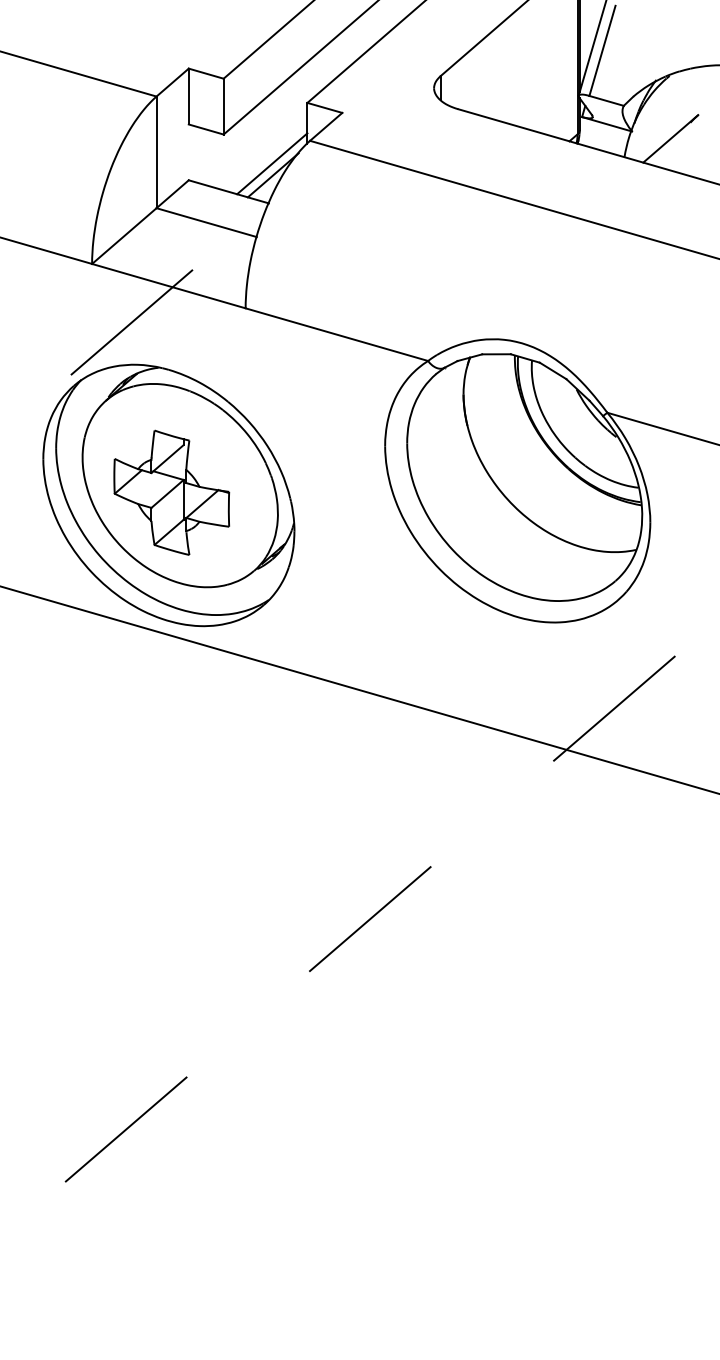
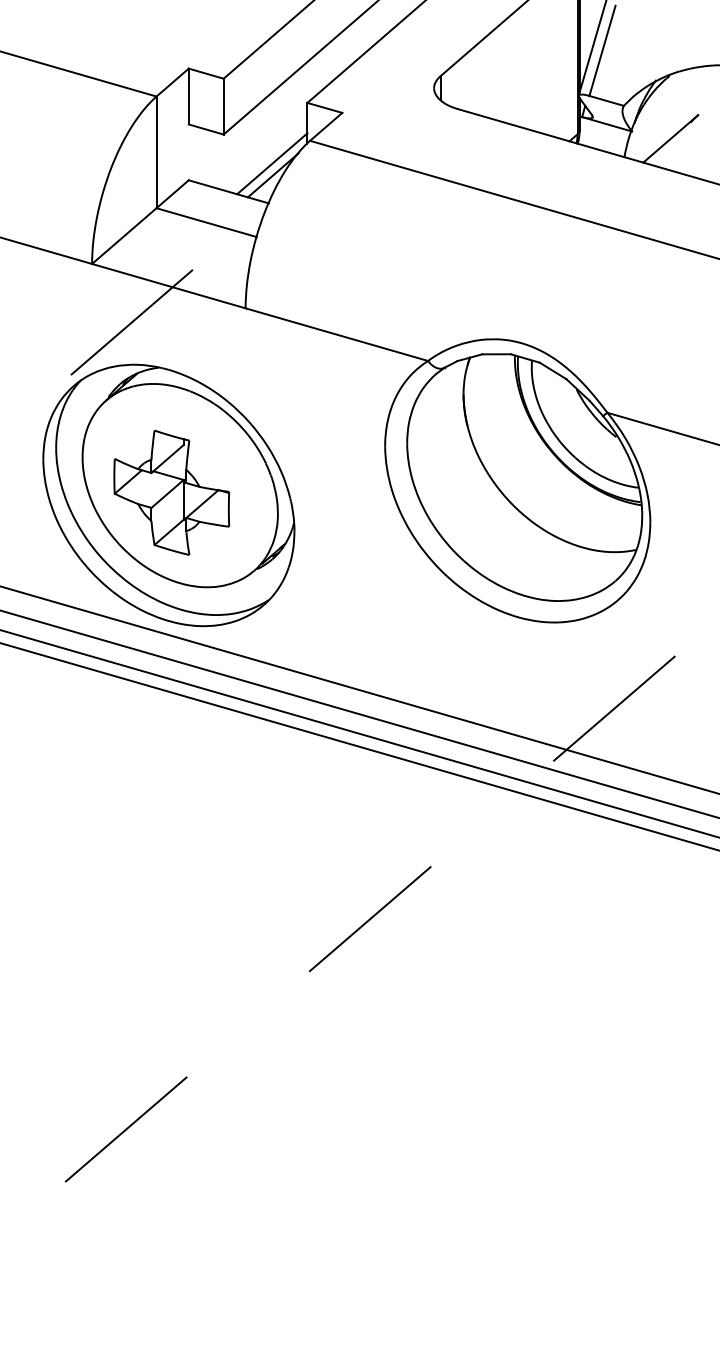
line at (359, 714): none -> present
line at (359, 733): none -> present
line at (359, 746): none -> present
